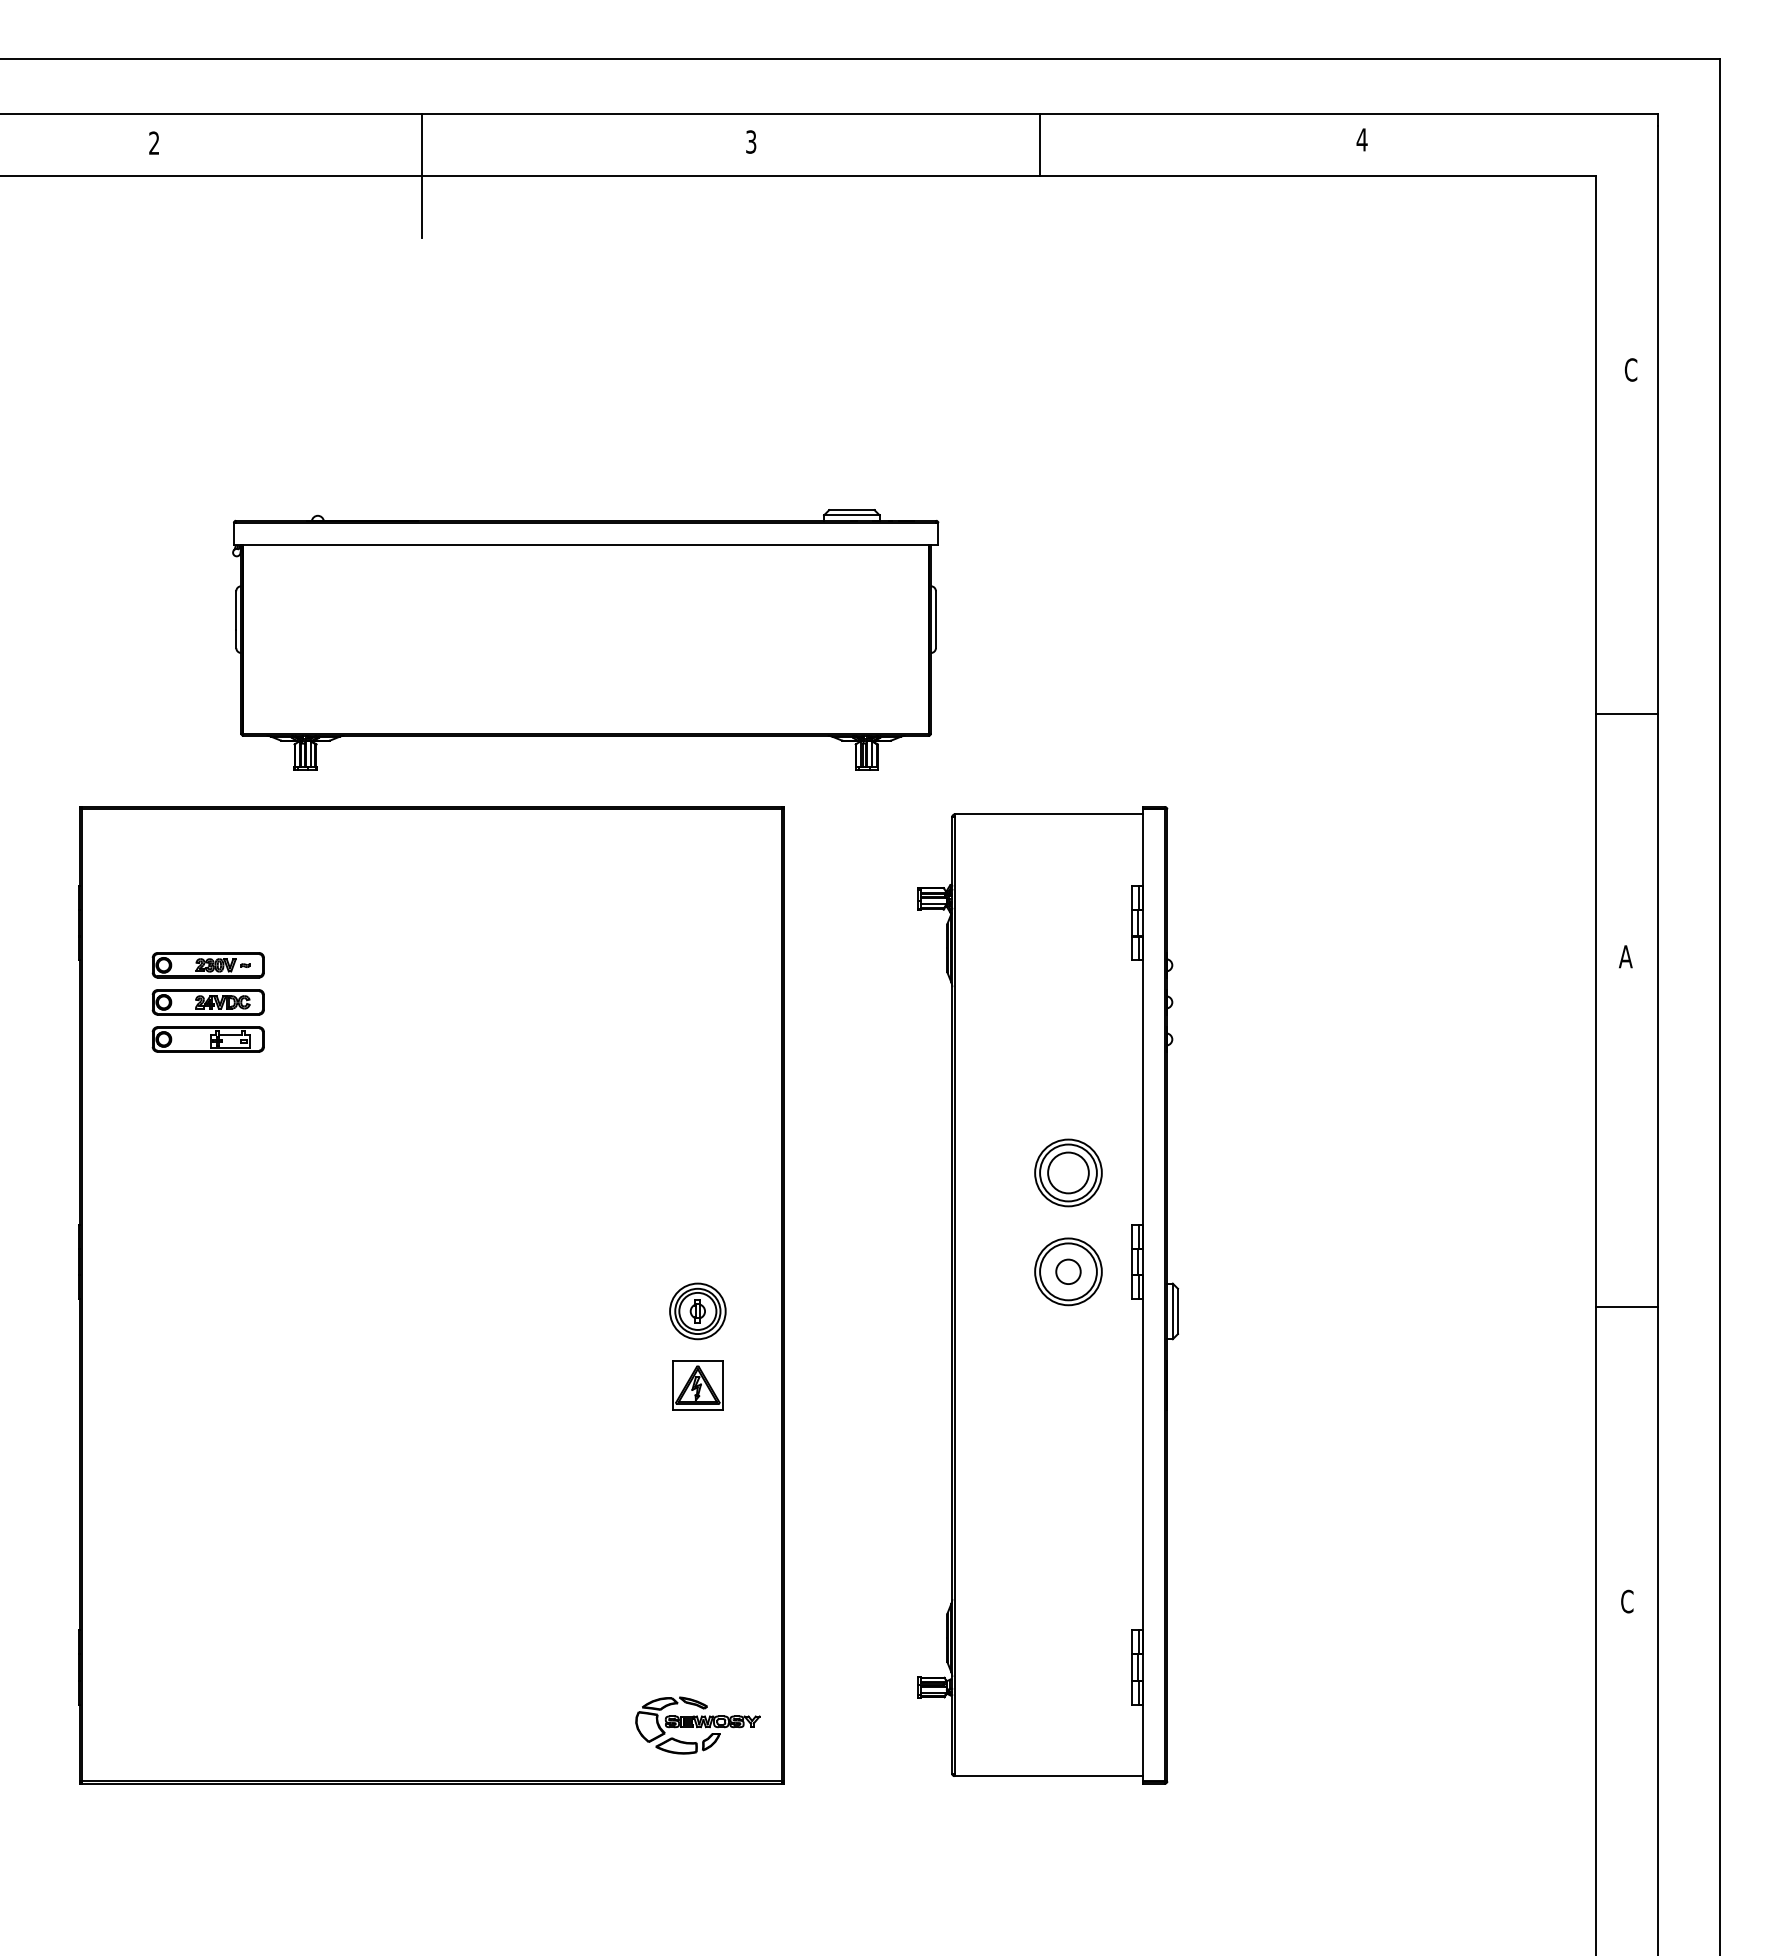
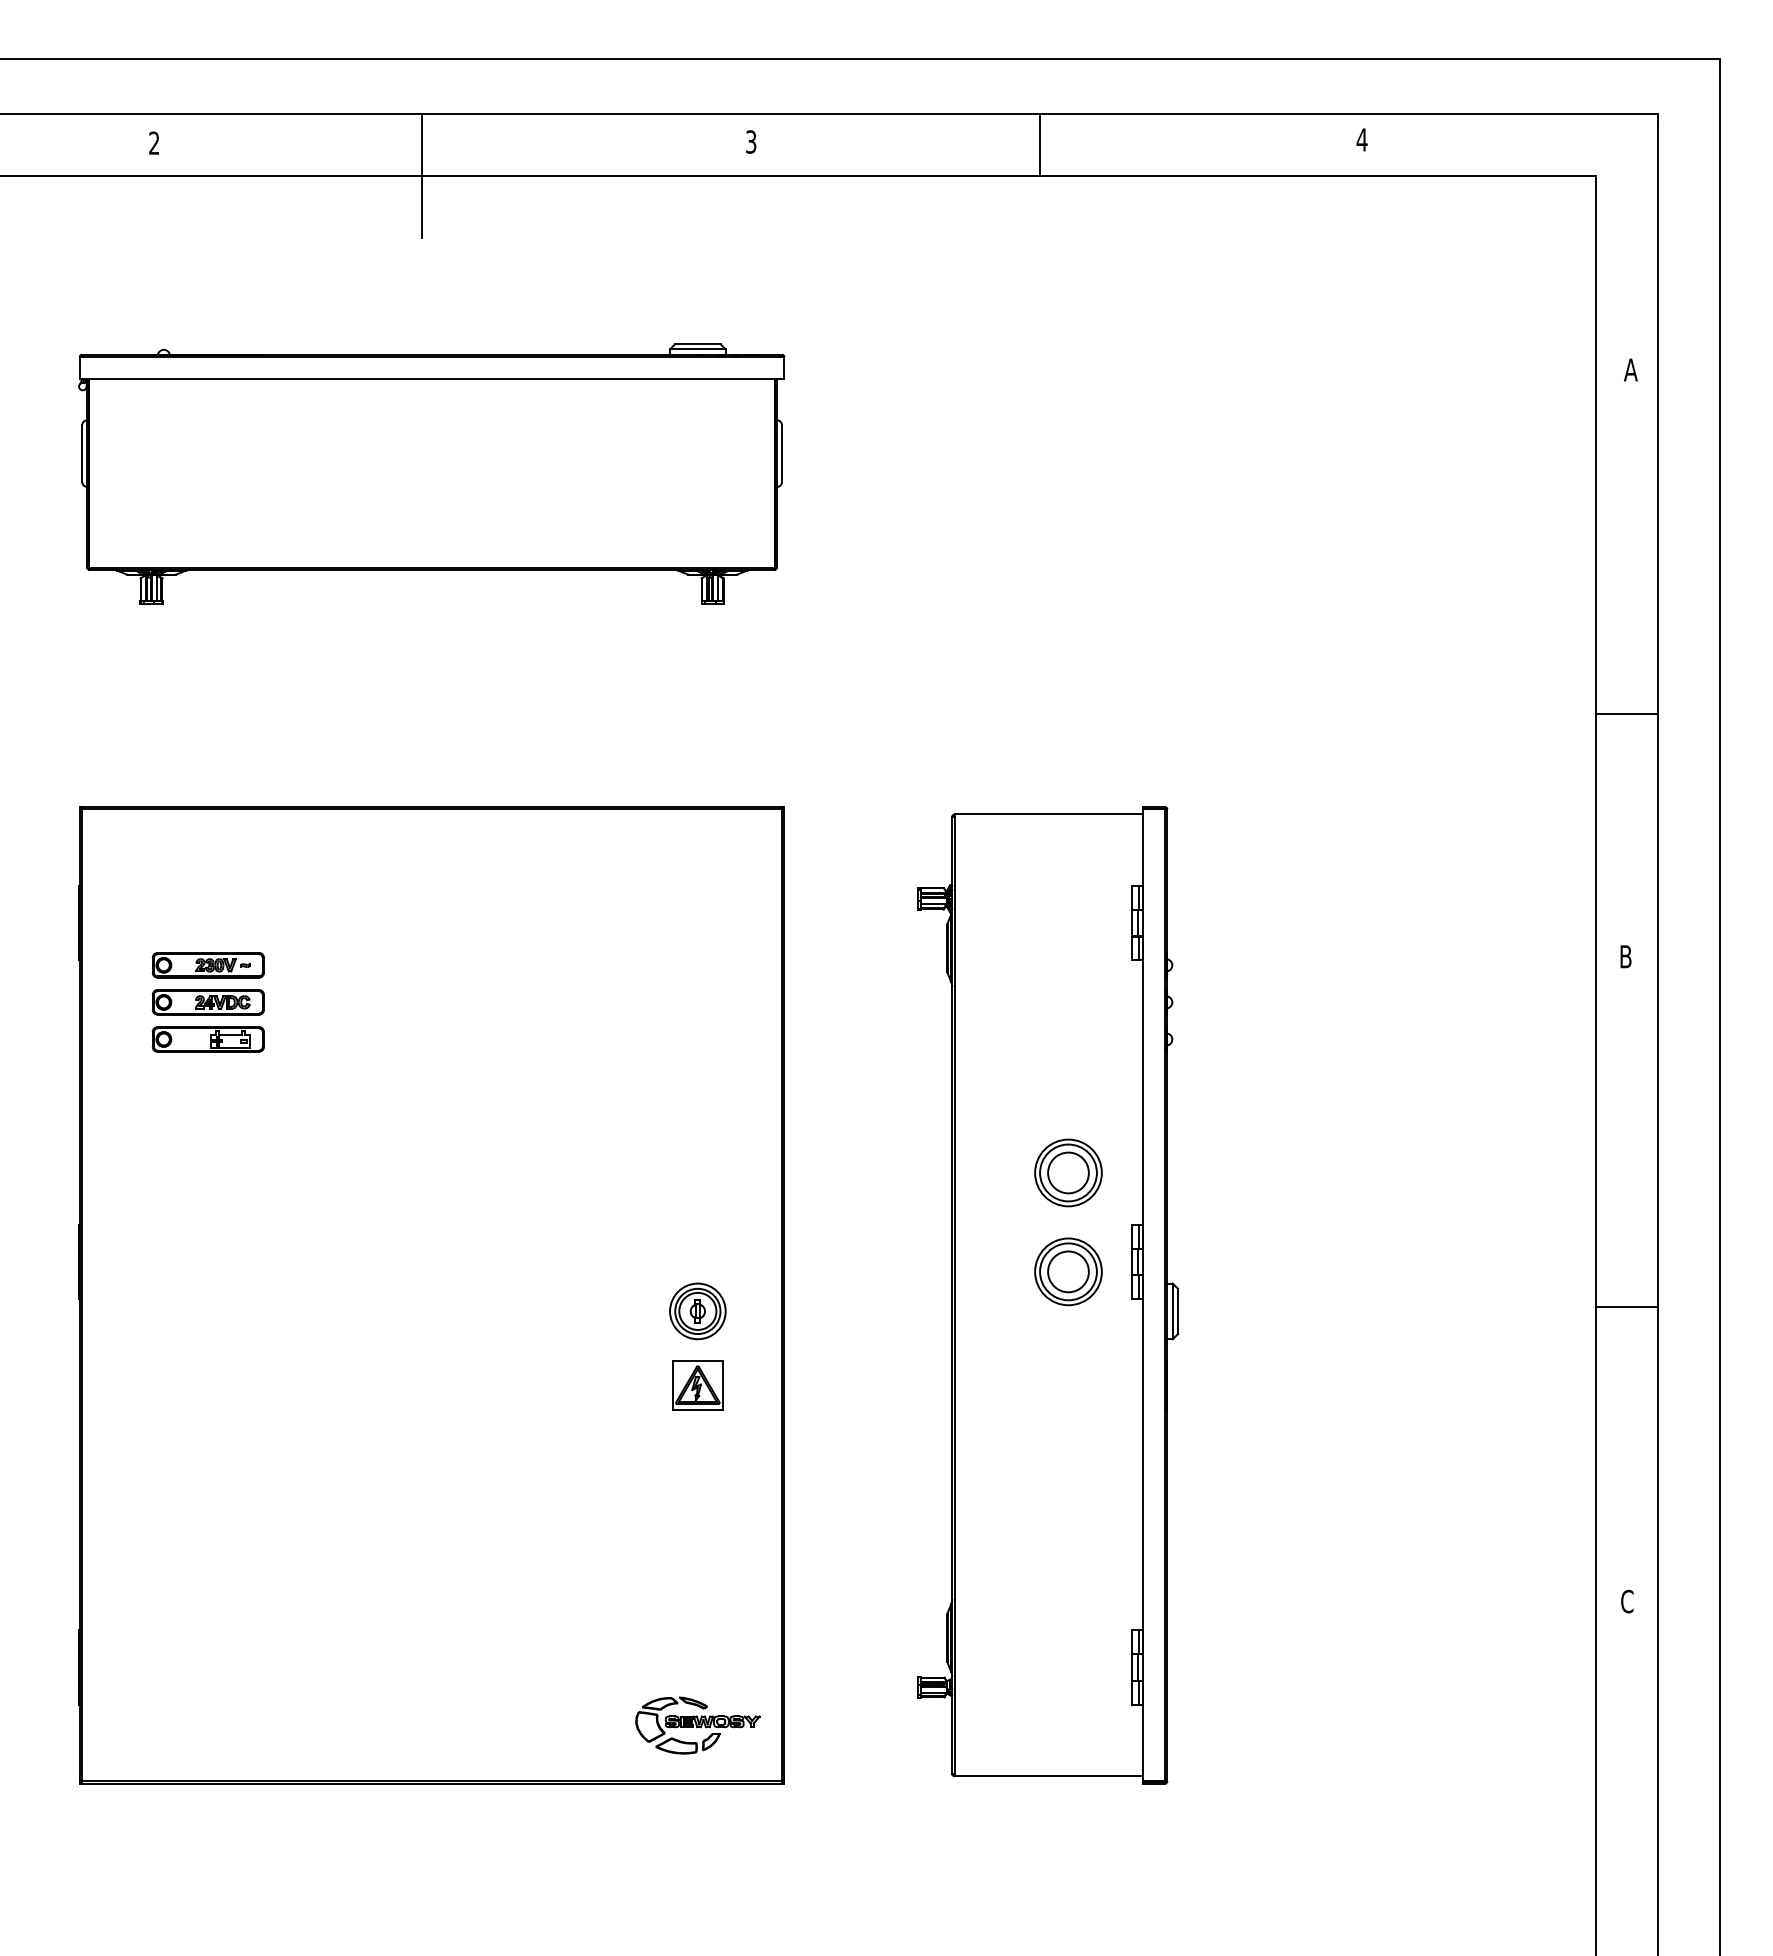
text at (1630, 369): C -> A
part at (585, 639) position: (585, 639) -> (431, 473)
text at (1625, 956): A -> B
circle at (1068, 1271) diameter: 24 px -> 41 px
